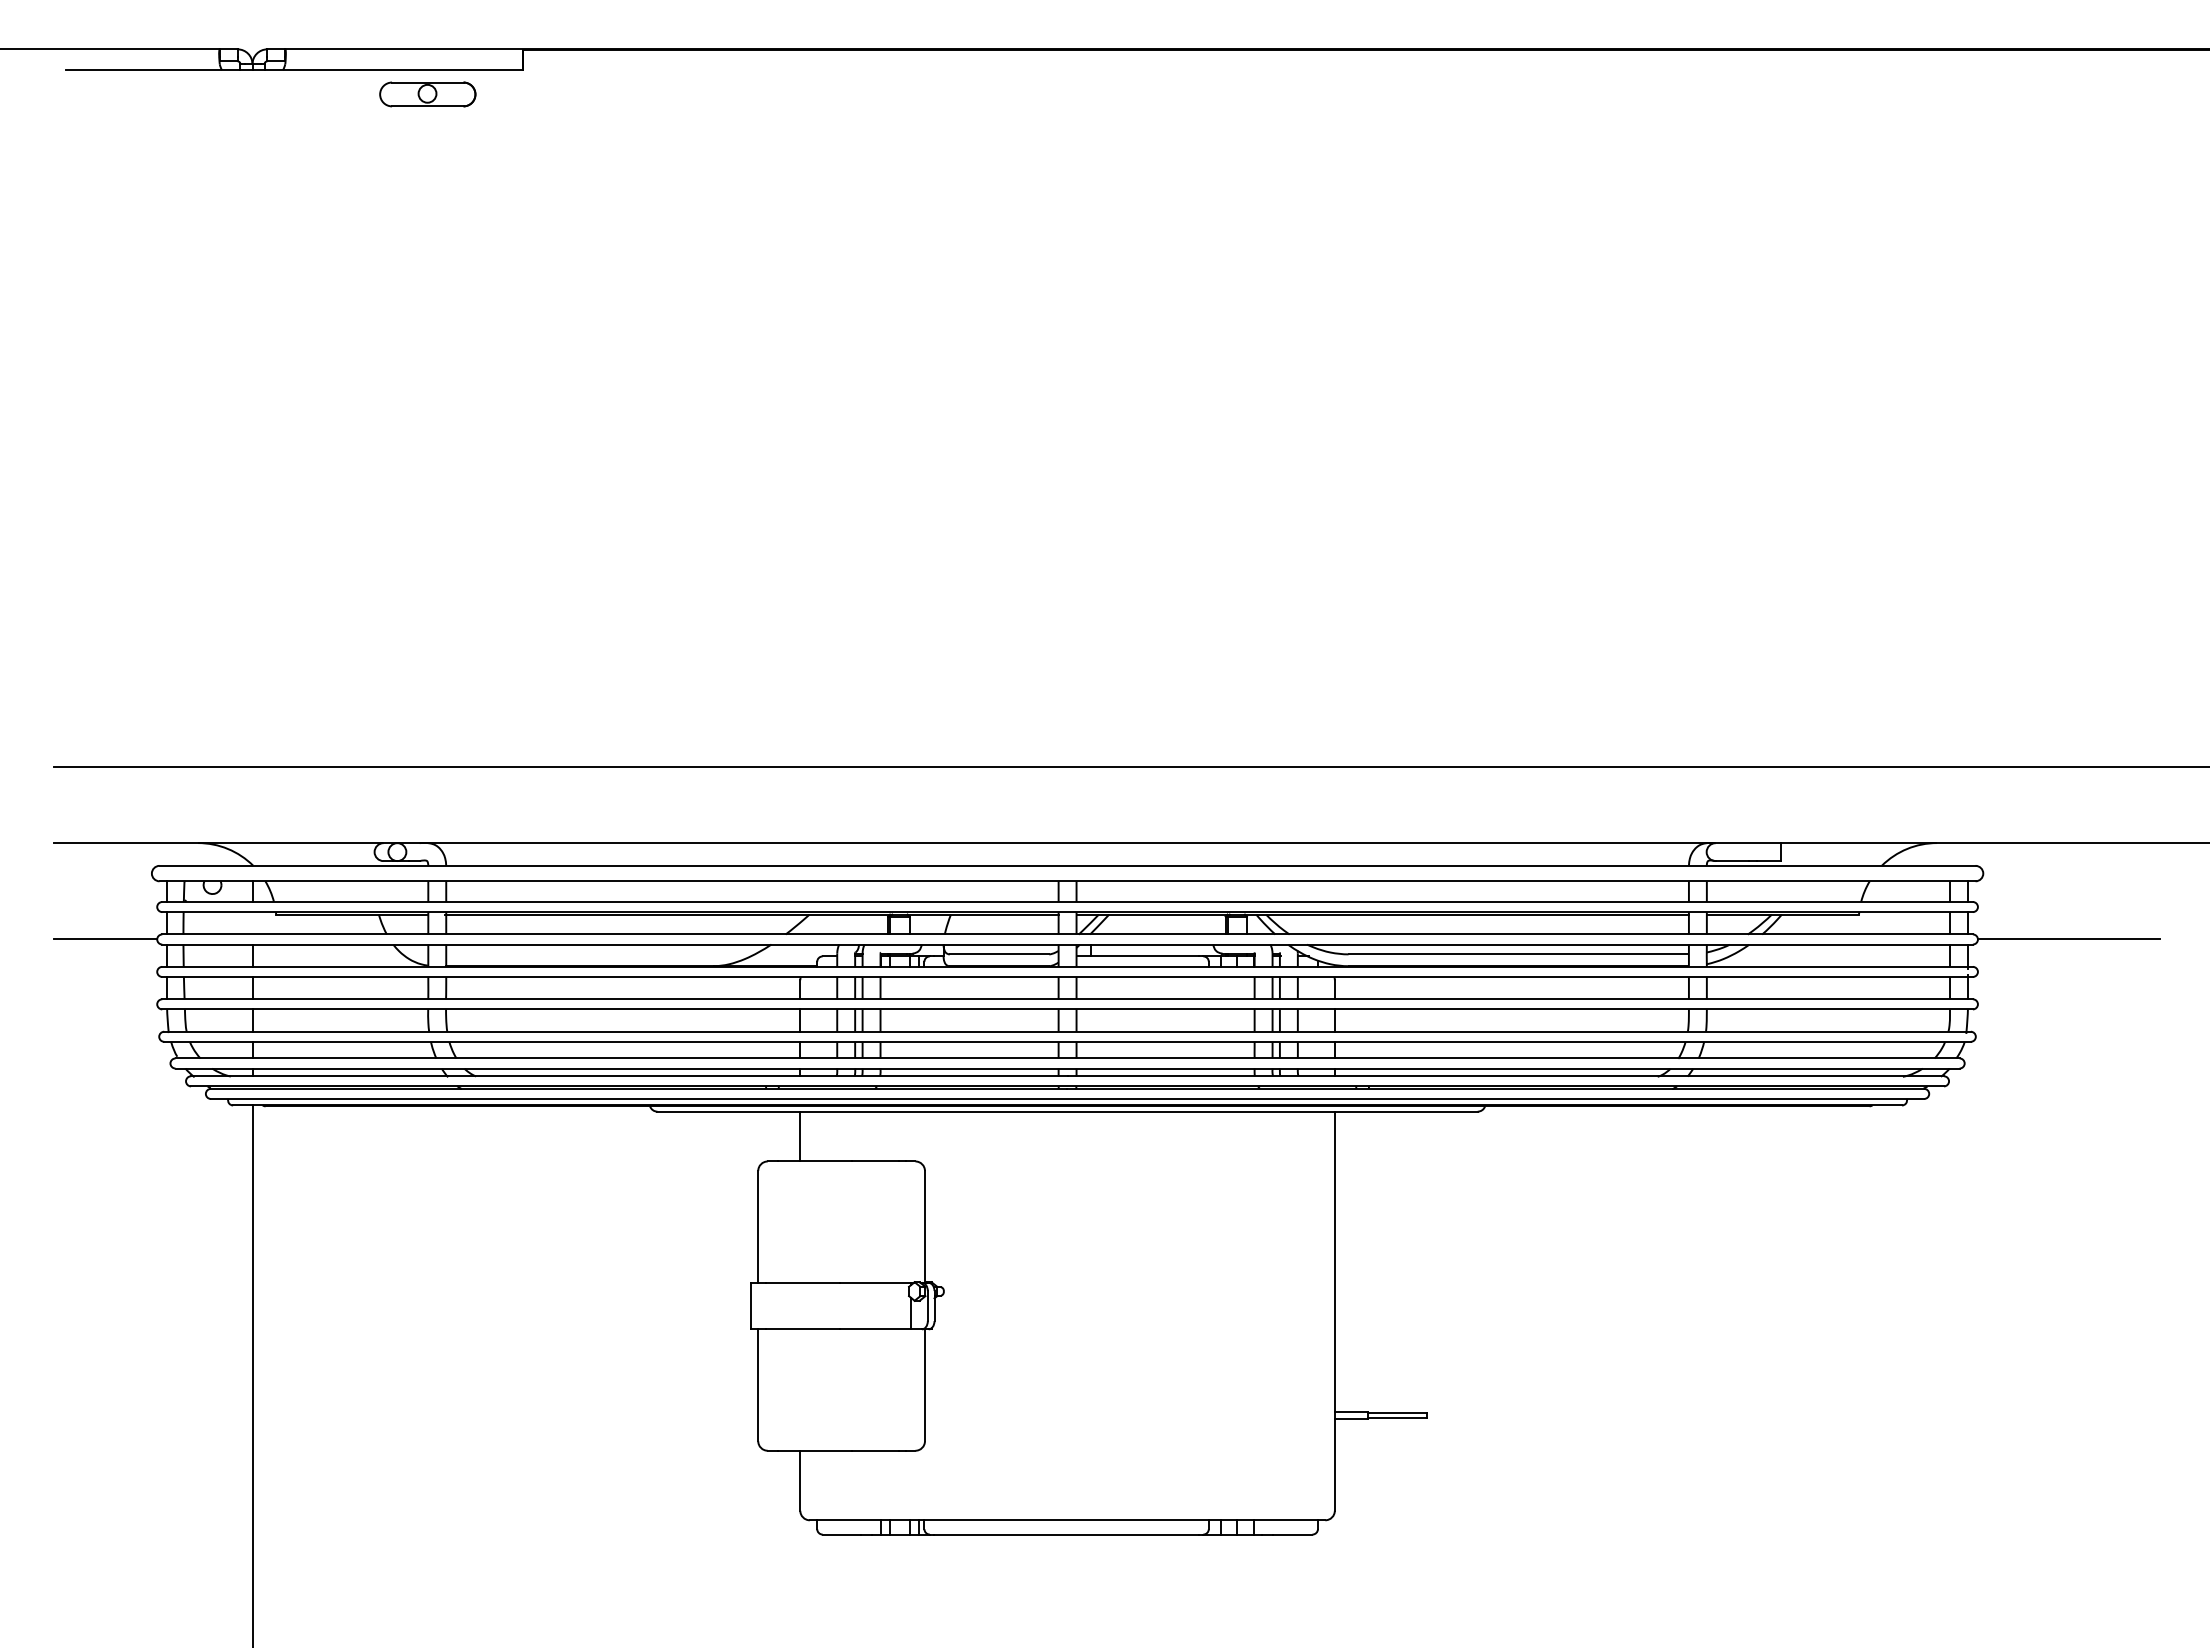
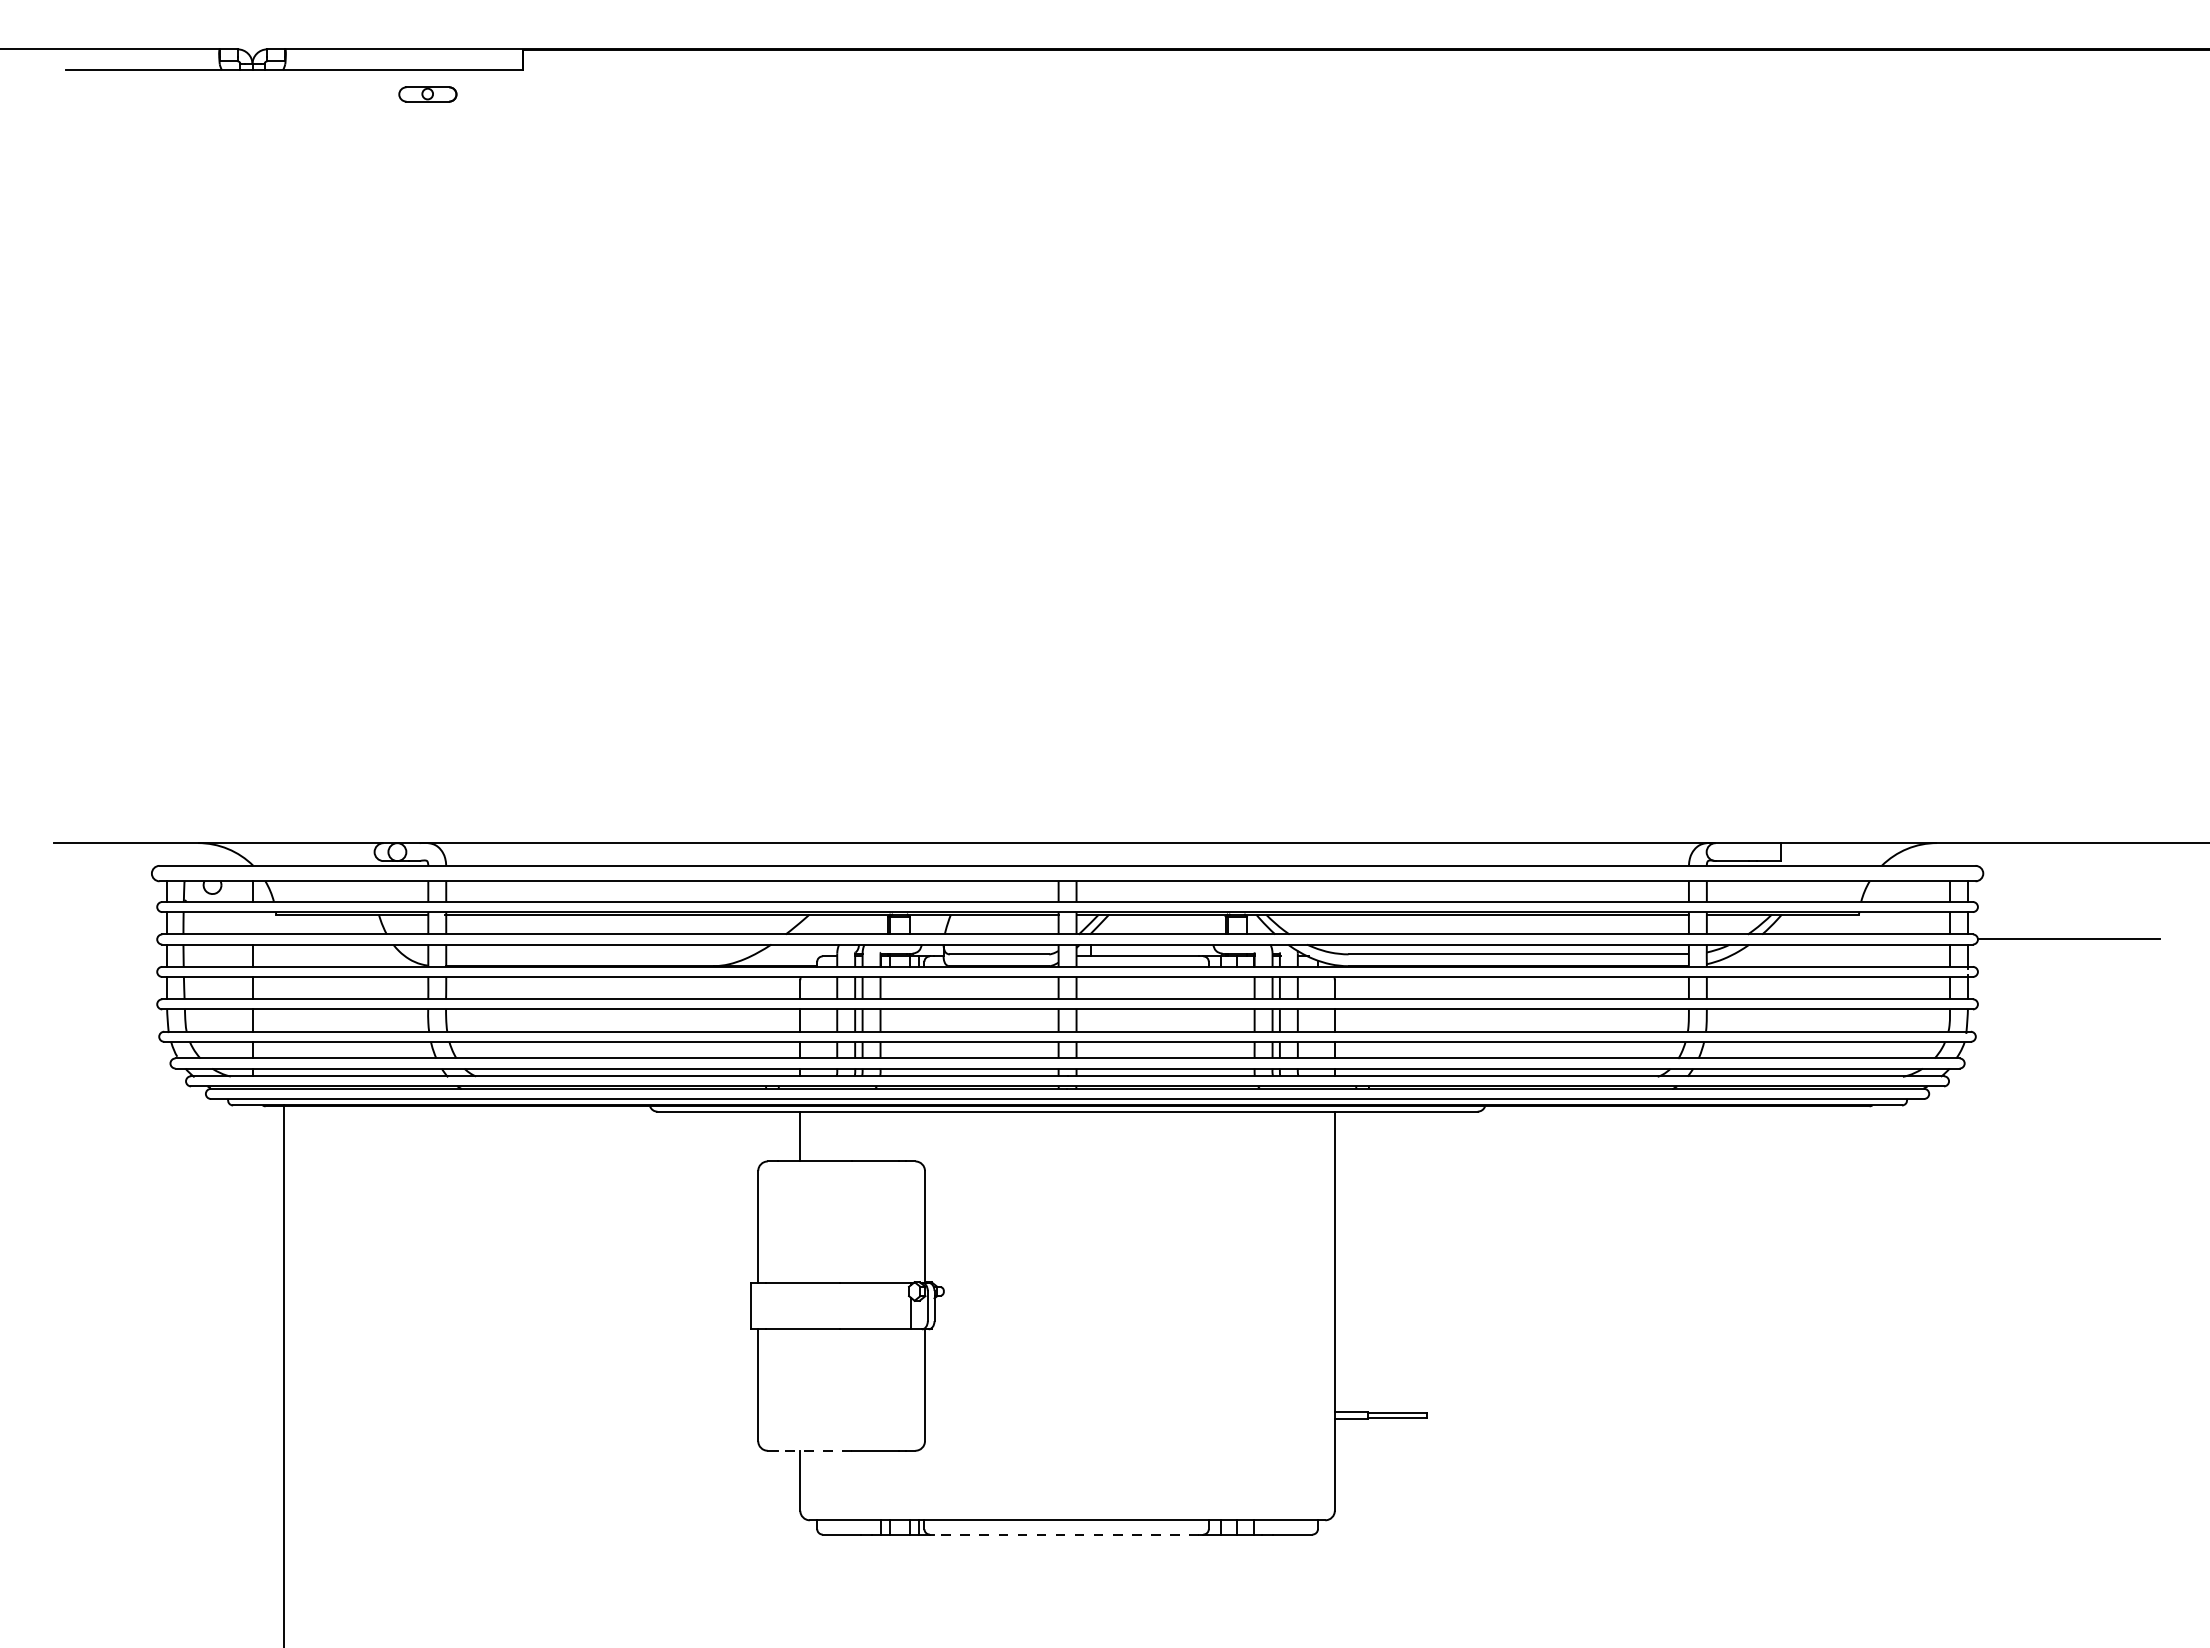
part at (427, 94) size: 98x27 px -> 60x17 px
line at (1130, 767): present -> none
line at (105, 938): present -> none
line at (252, 1374) position: (252, 1374) -> (283, 1374)
line at (814, 1450): solid -> dashed
line at (1066, 1534): solid -> dashed
